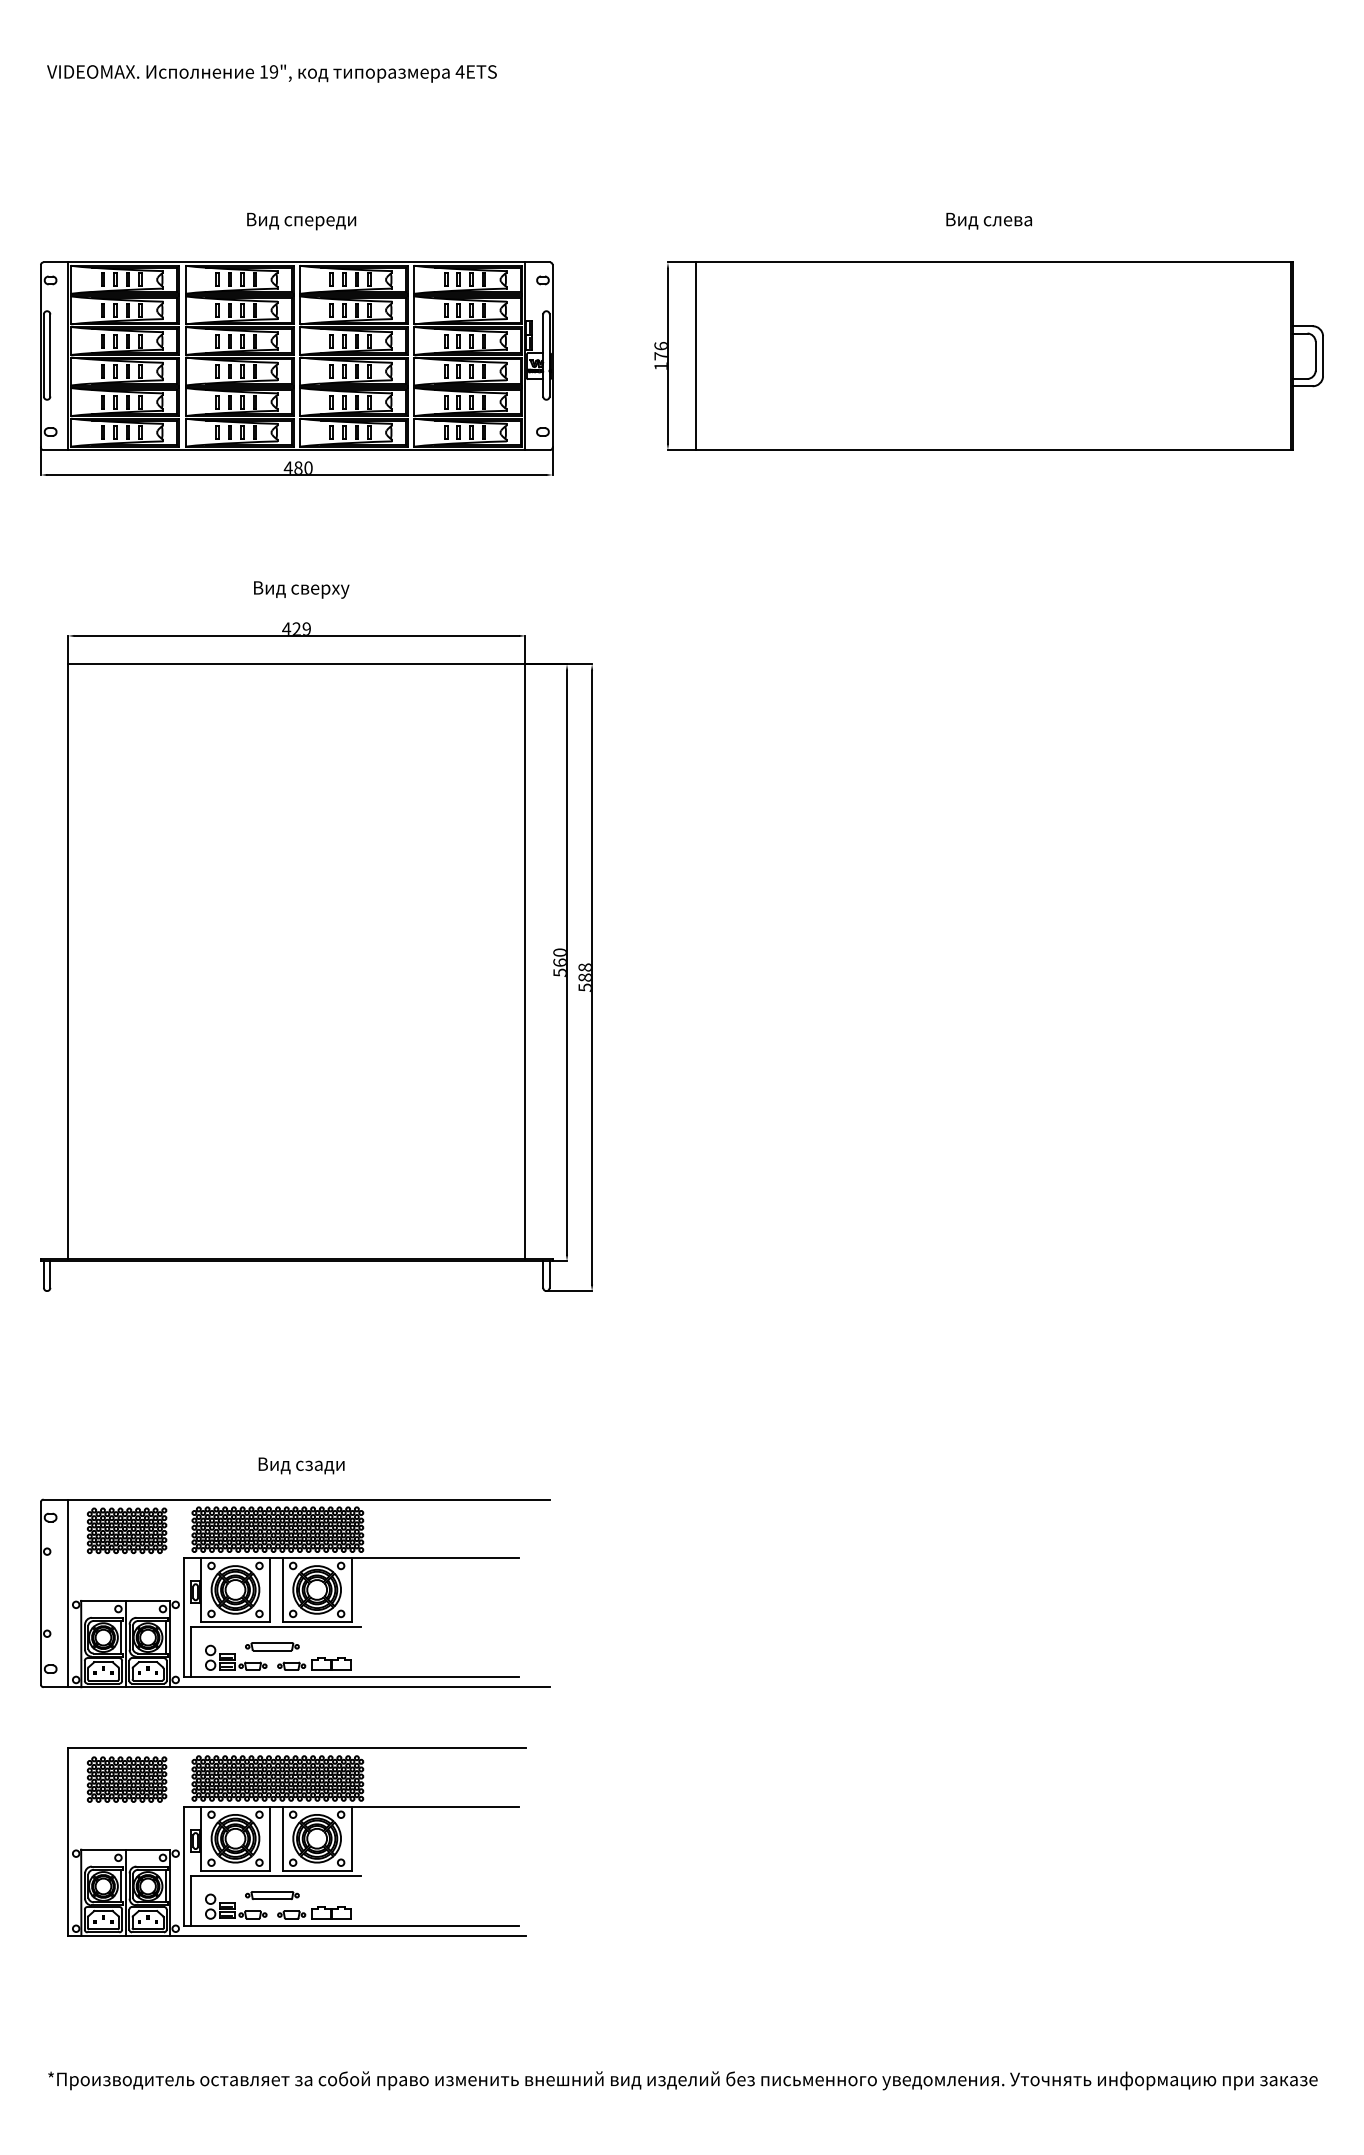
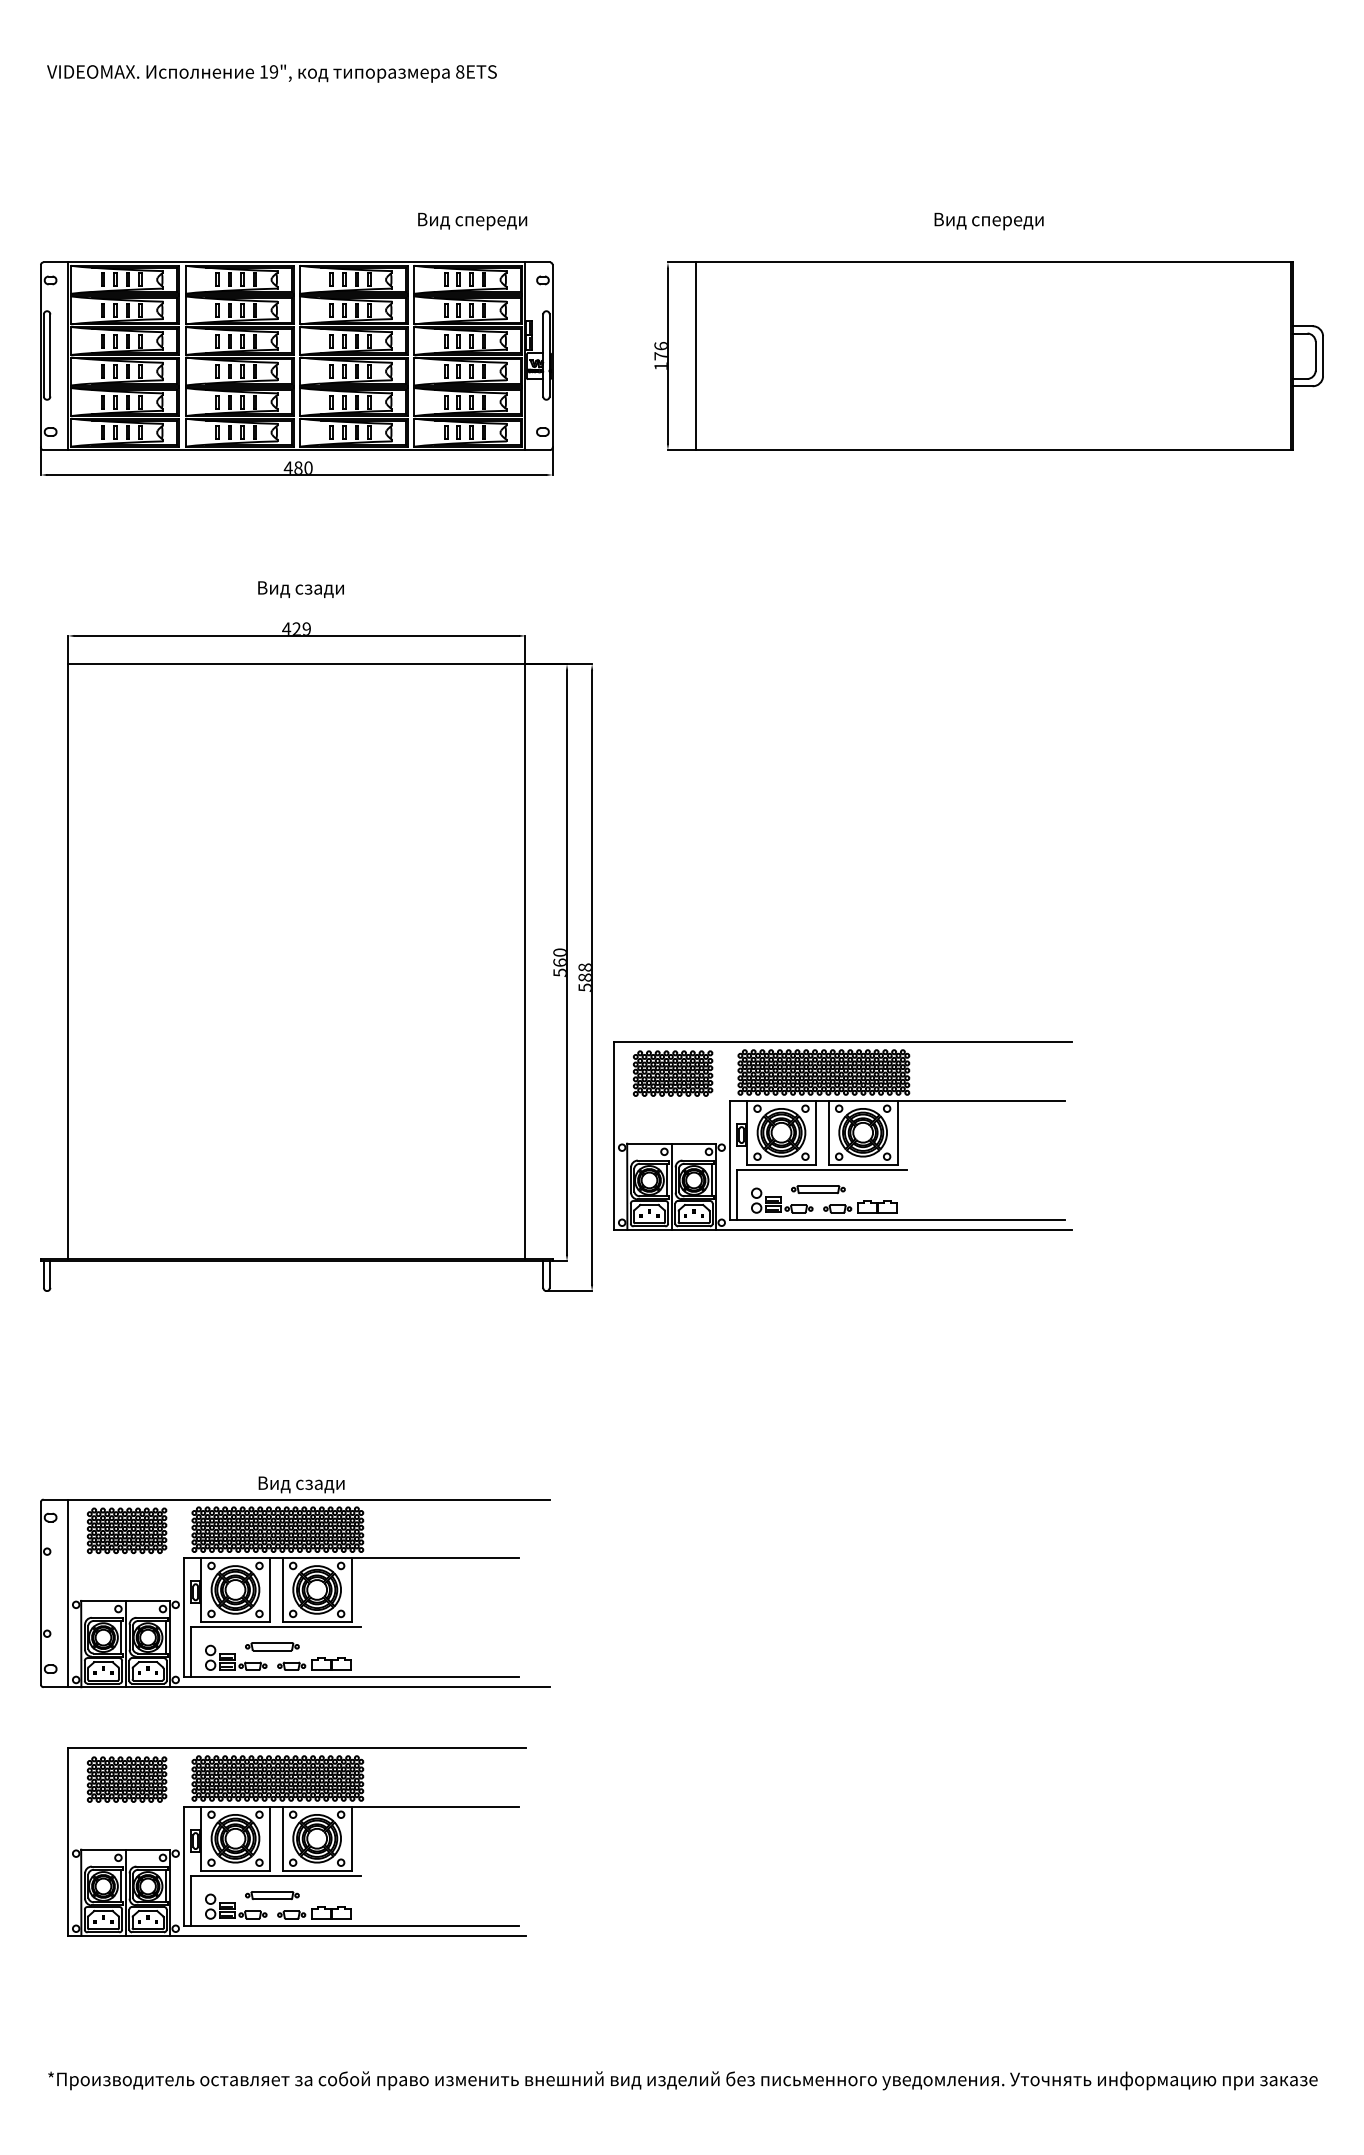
text at (459, 71): 4ETS -> 8ETS
text at (301, 221) position: (301, 221) -> (472, 221)
text at (988, 221): Вид слева -> Вид спереди
text at (301, 589): Вид сверху -> Вид сзади
part at (842, 1135): none -> present
text at (301, 1465) position: (301, 1465) -> (301, 1484)
